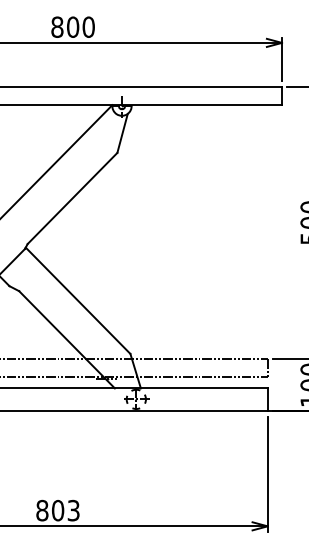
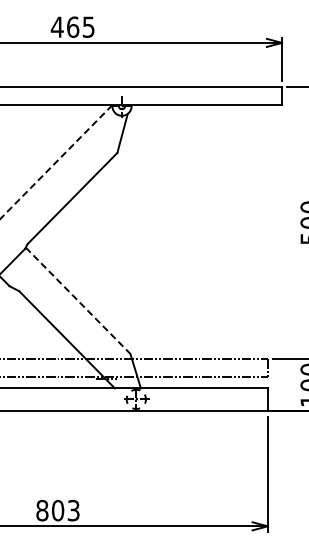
text at (72, 26): 800 -> 465
line at (56, 162): solid -> dashed
line at (78, 300): solid -> dashed
